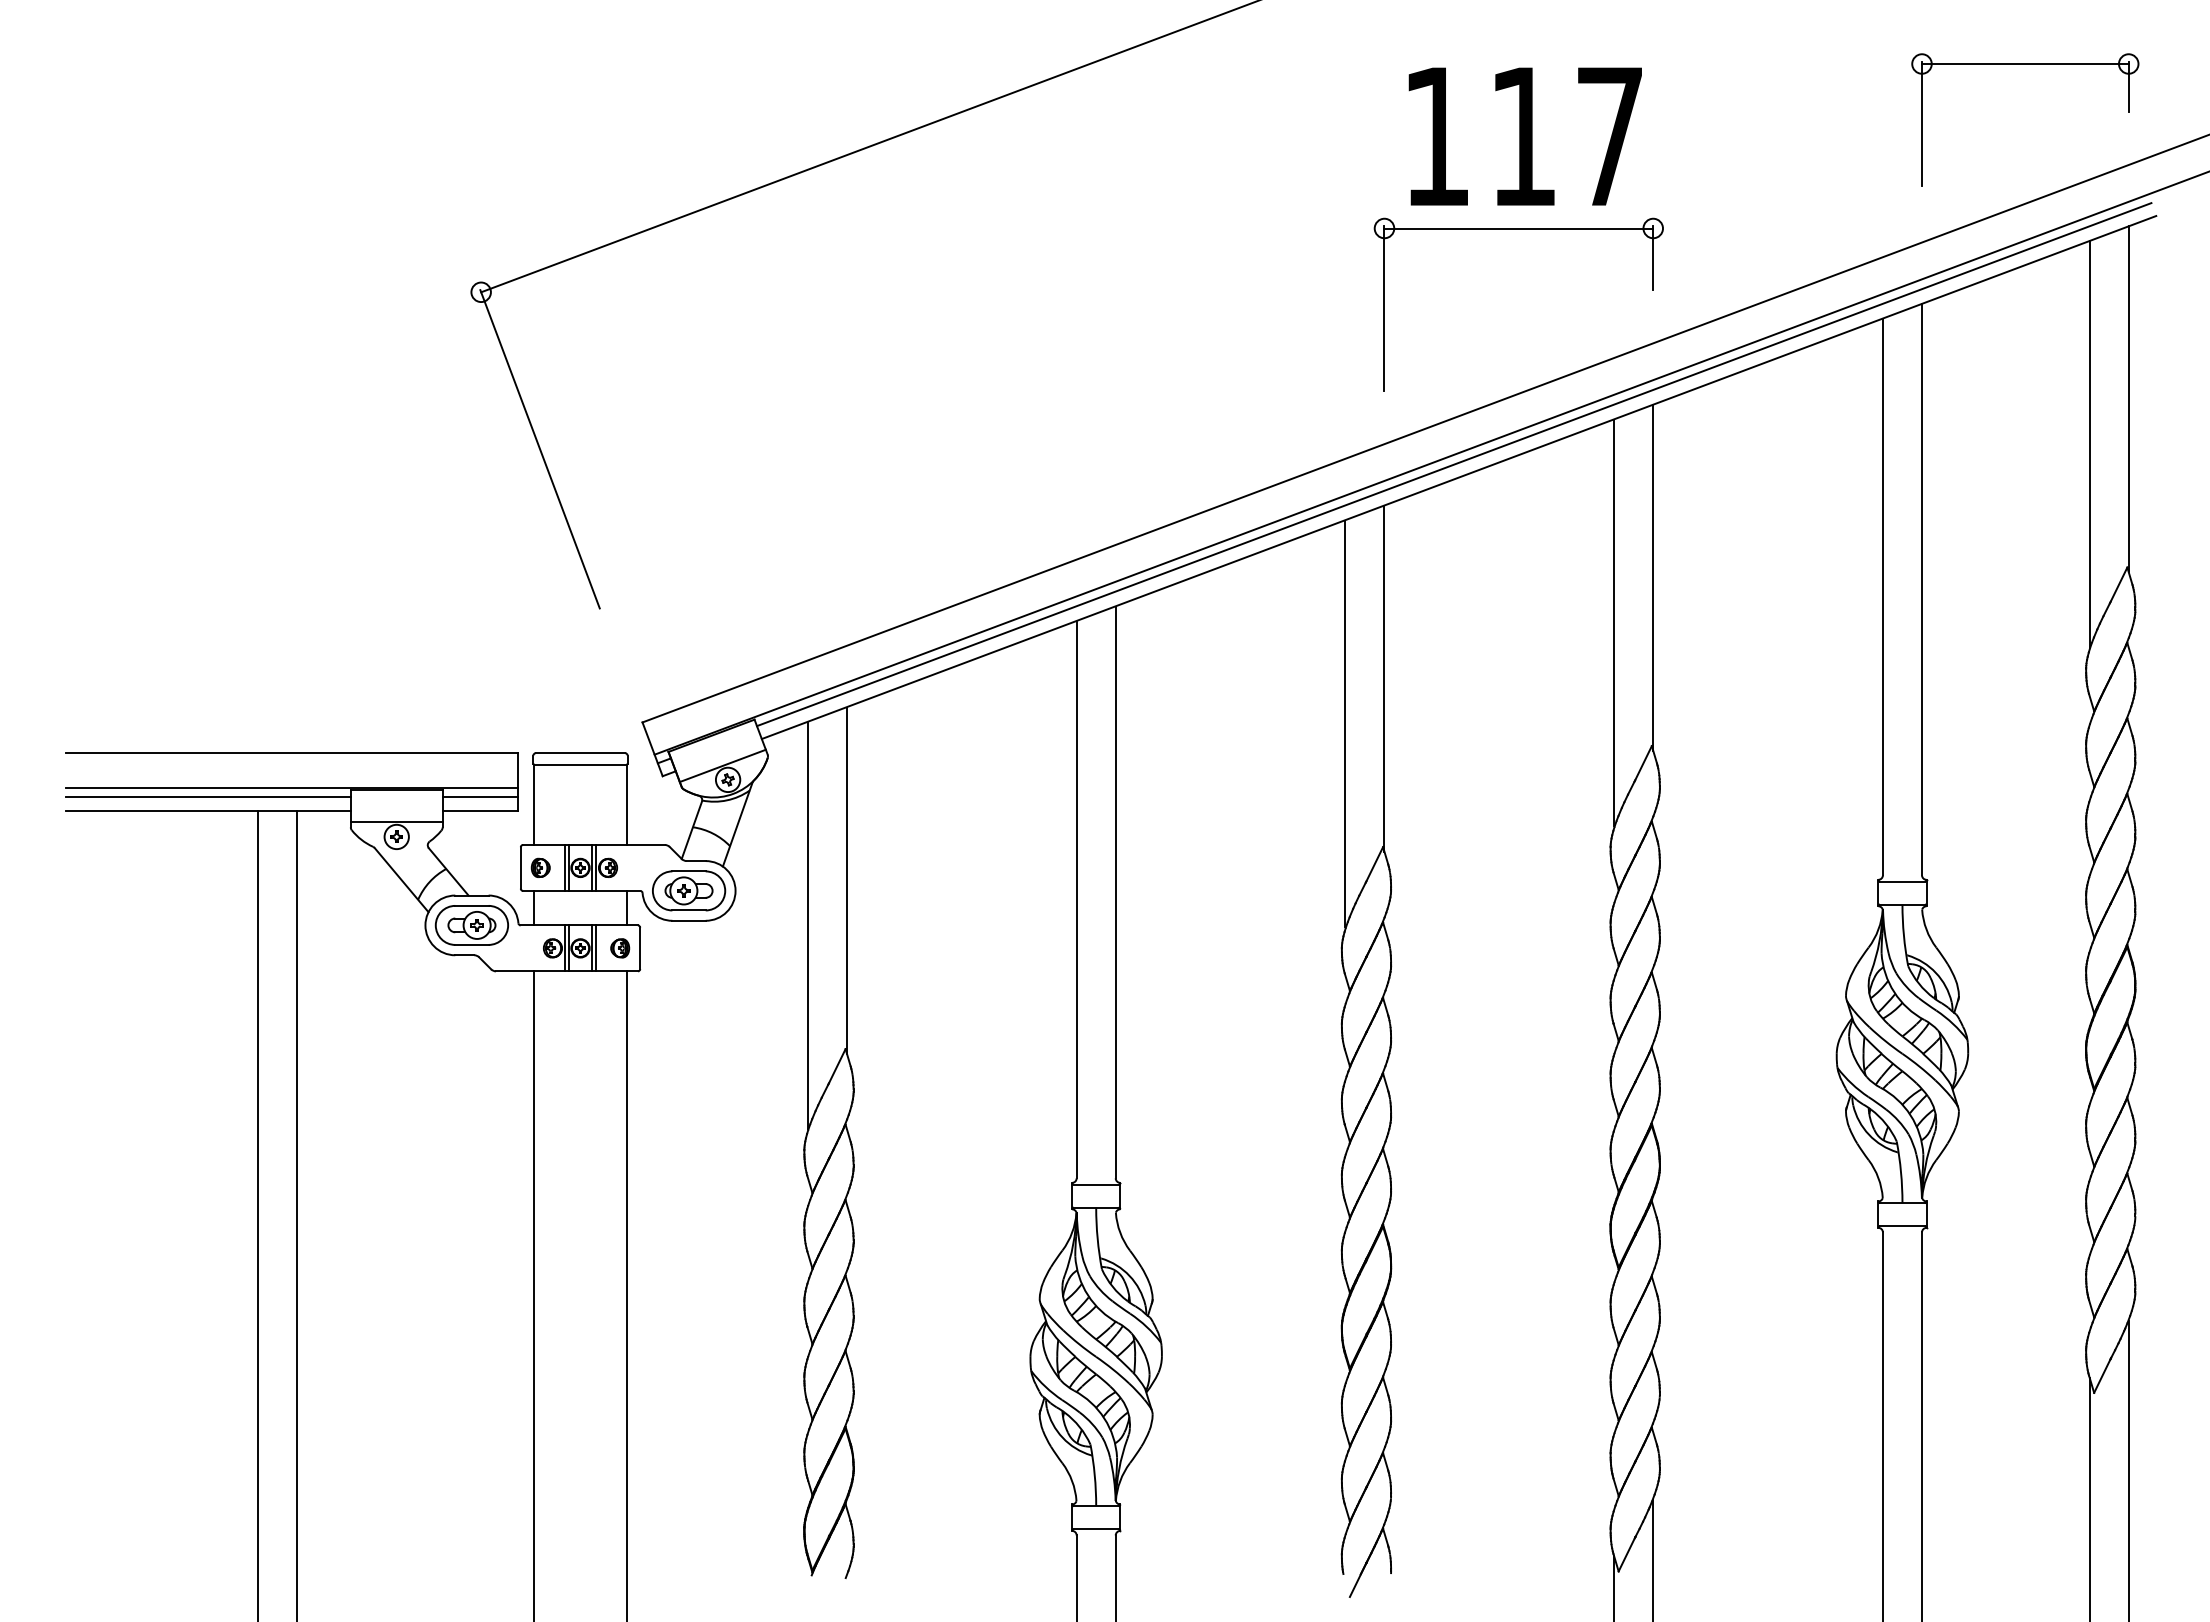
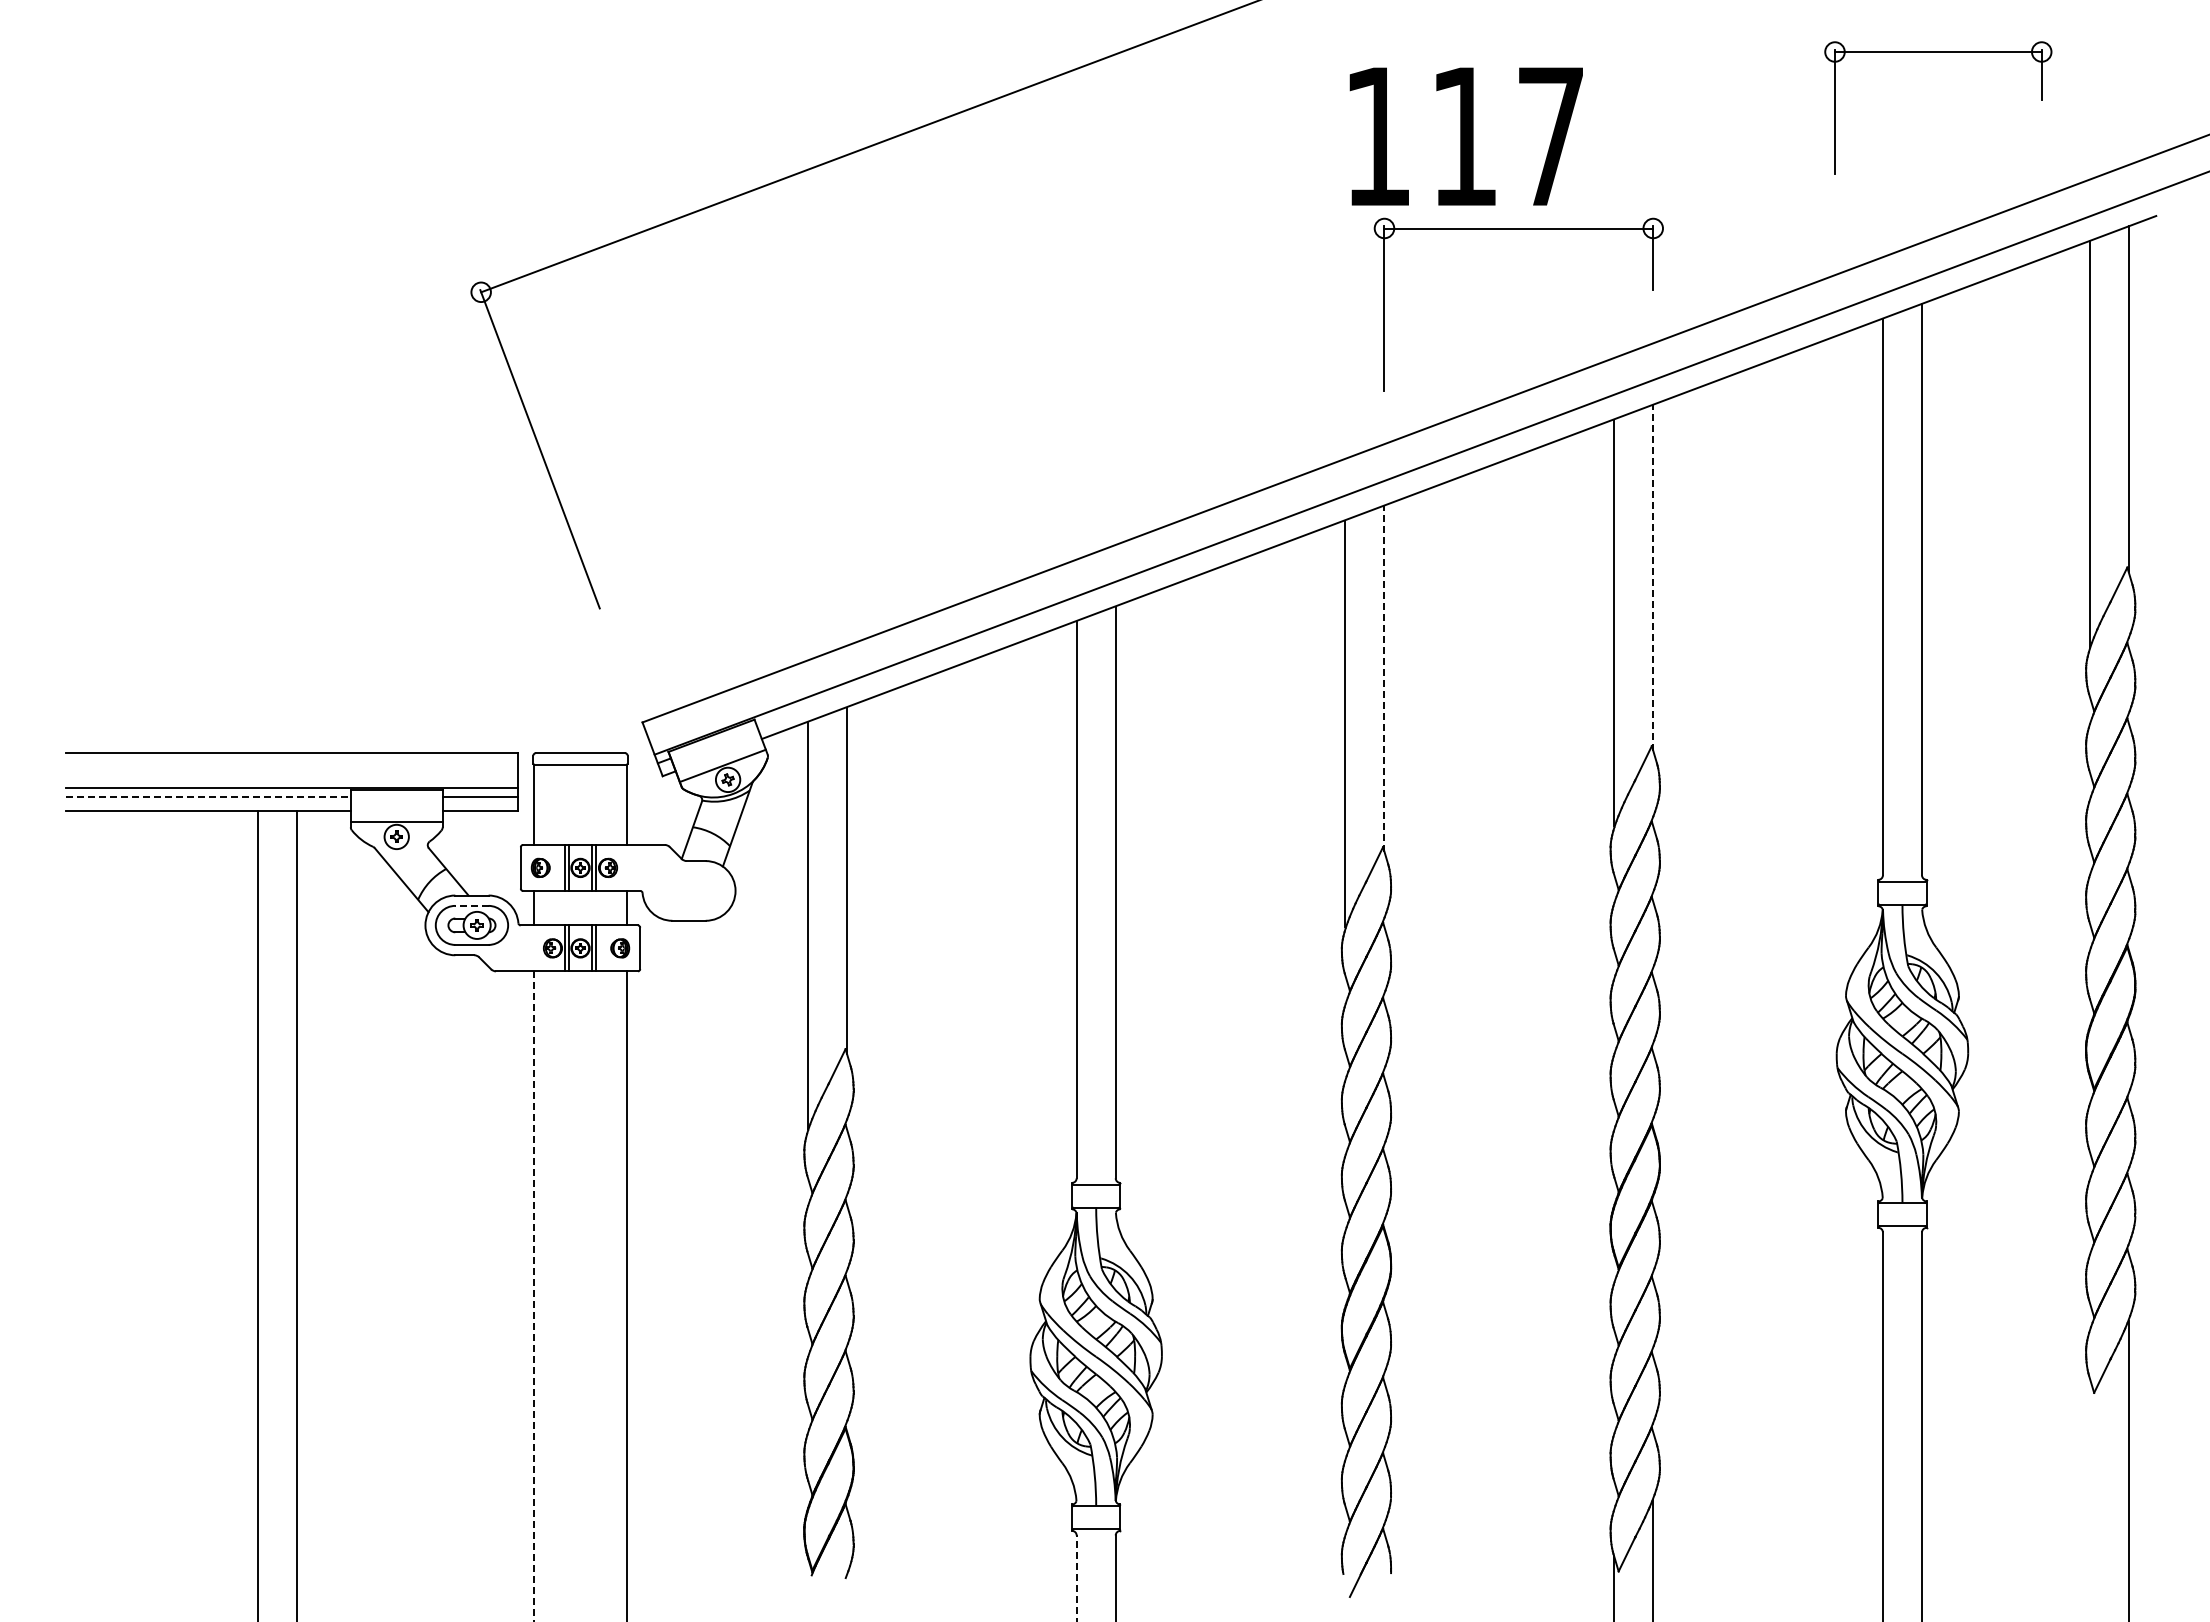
part at (2025, 64) position: (2025, 64) -> (1938, 52)
text at (1524, 136) position: (1524, 136) -> (1465, 136)
line at (1453, 464): present -> none
line at (1653, 577): solid -> dashed
line at (1384, 678): solid -> dashed
line at (209, 796): solid -> dashed
part at (689, 890): present -> none
line at (471, 905): solid -> dashed
line at (533, 1296): solid -> dashed
line at (2089, 1497): present -> none
line at (1076, 1578): solid -> dashed
